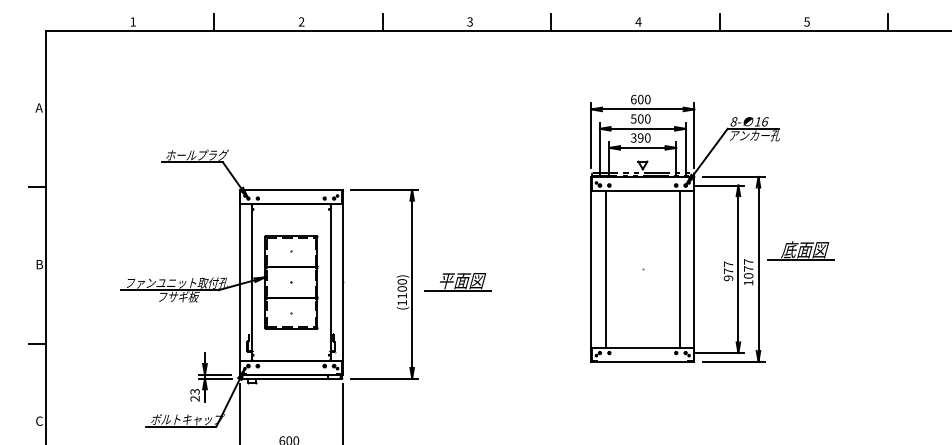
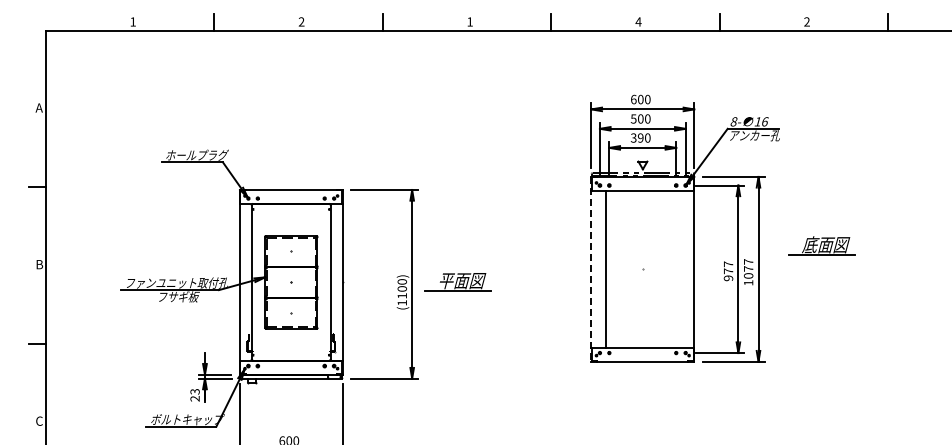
text at (469, 21): 3 -> 1
text at (806, 21): 5 -> 2
part at (800, 250) position: (800, 250) -> (821, 245)
line at (679, 268): present -> none
line at (591, 269): solid -> dashed
